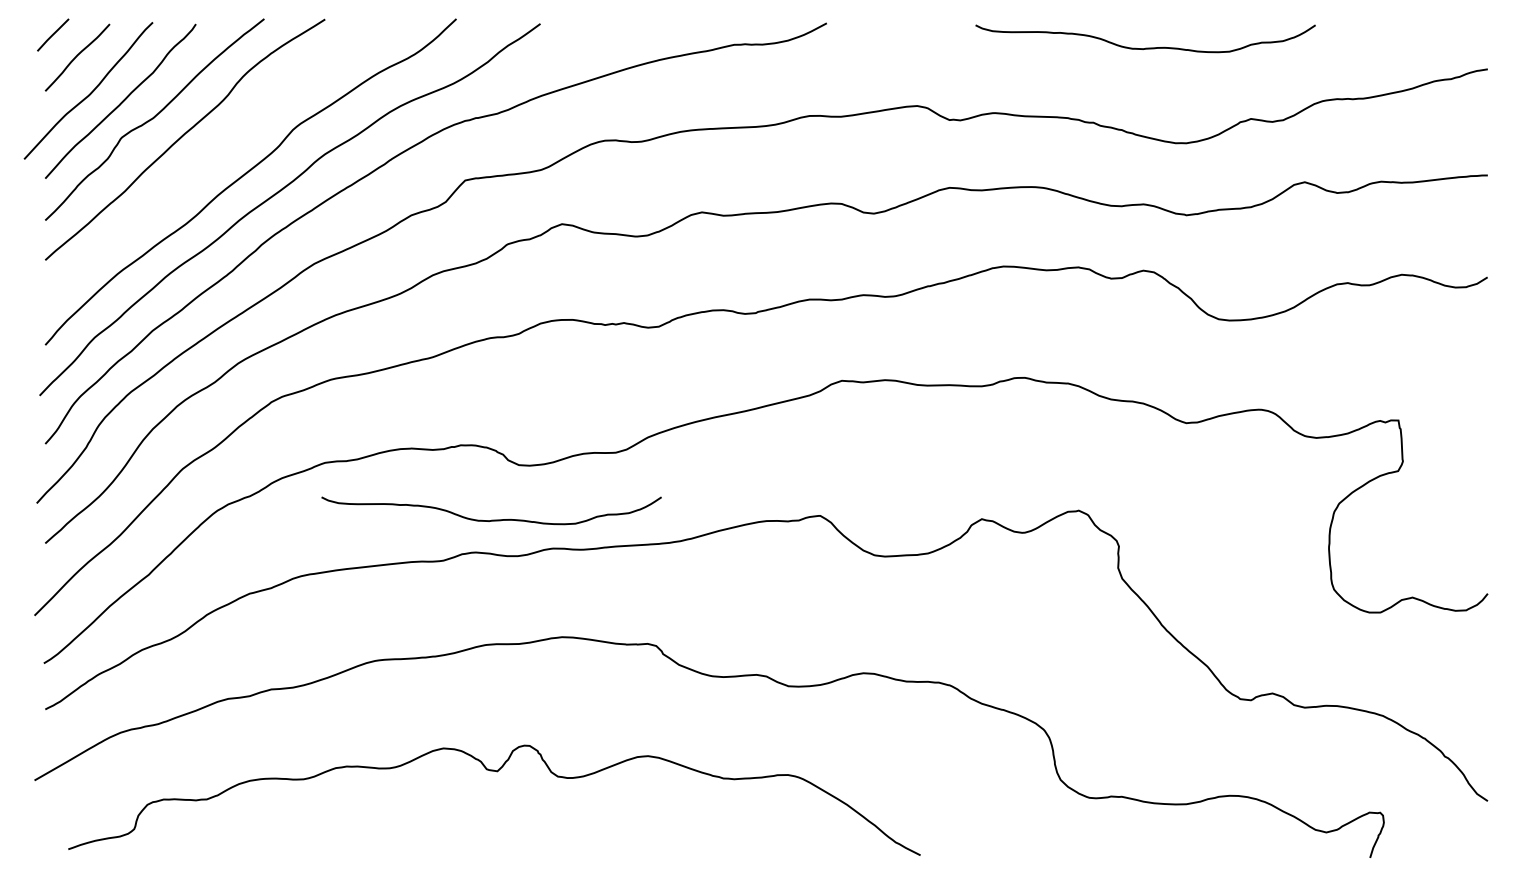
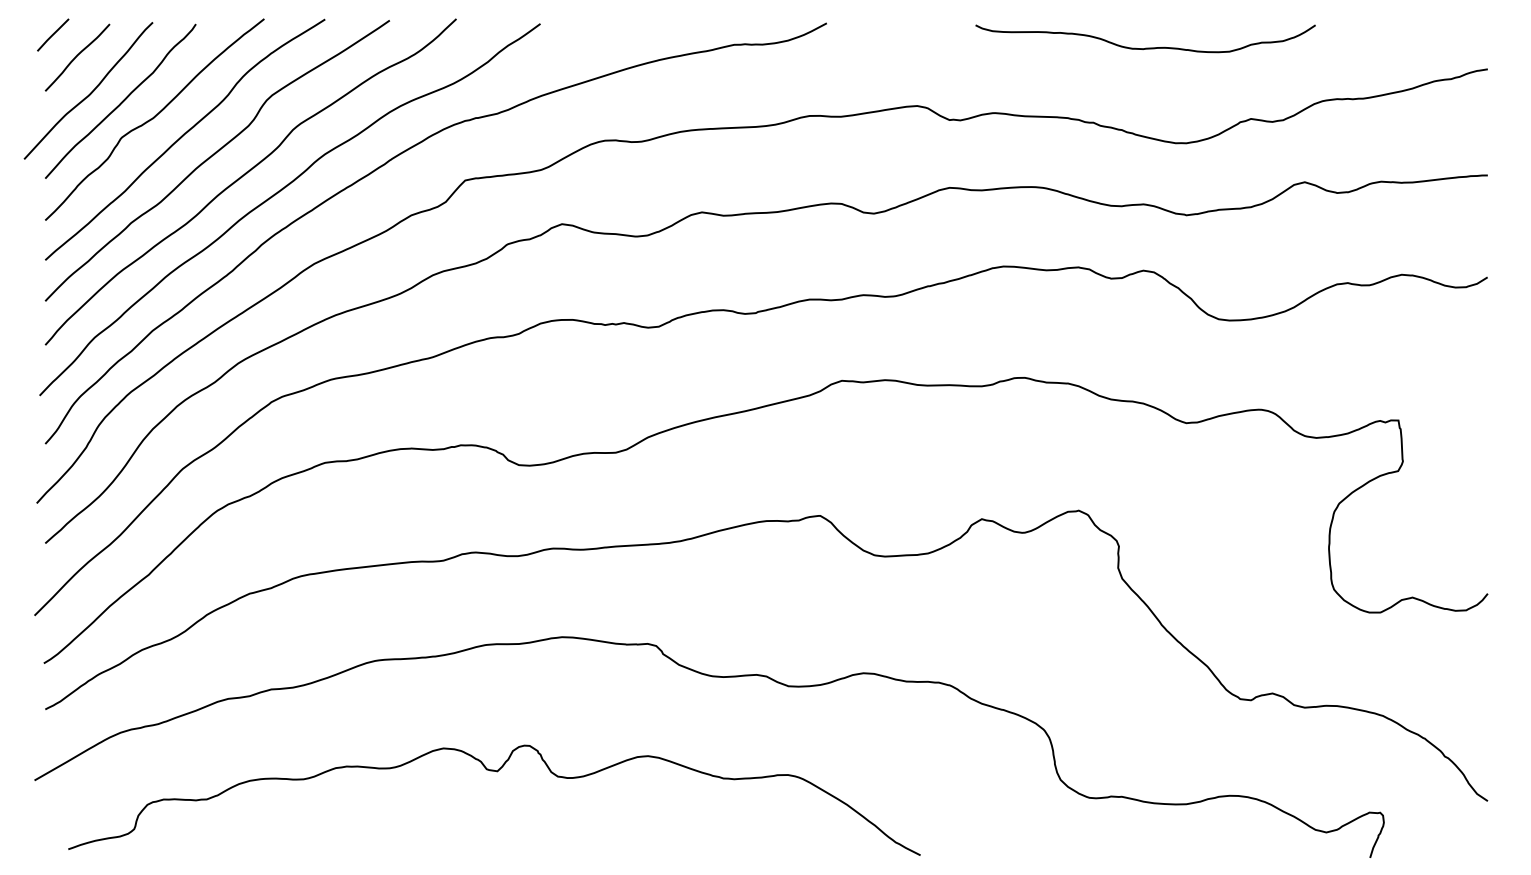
curve at (214, 155): none -> present
curve at (491, 519): present -> none
